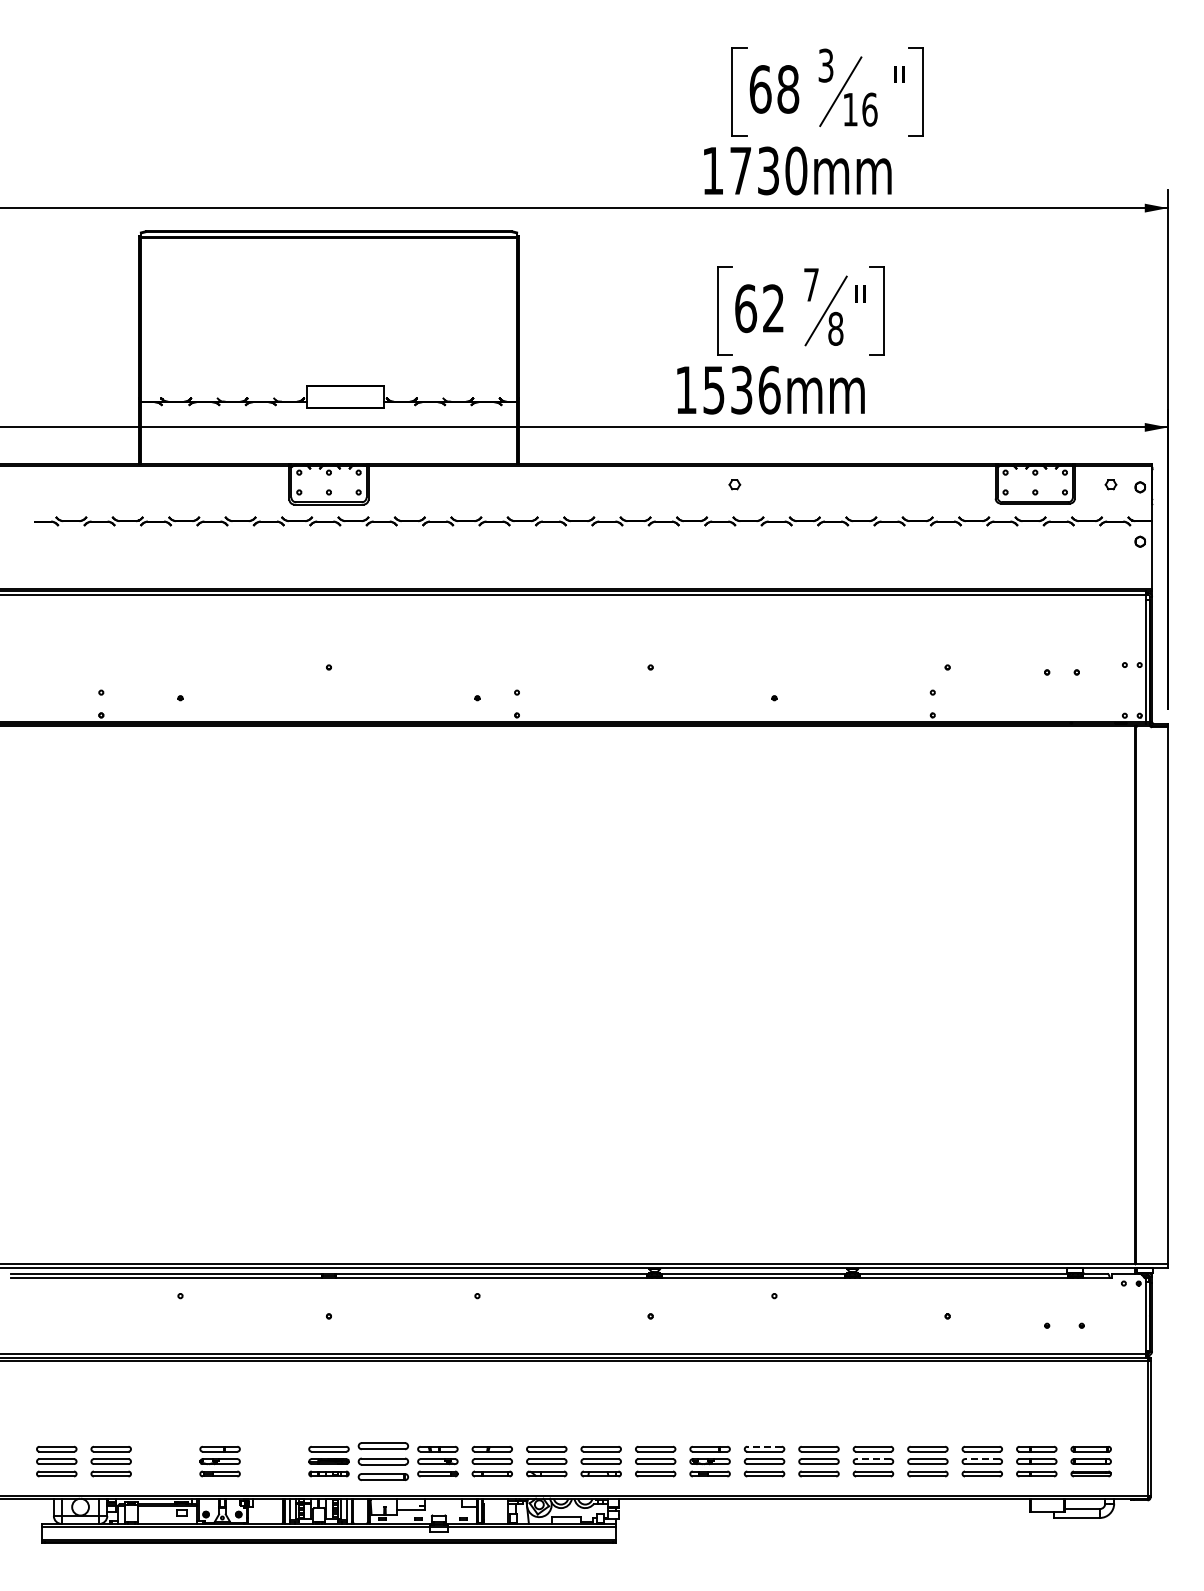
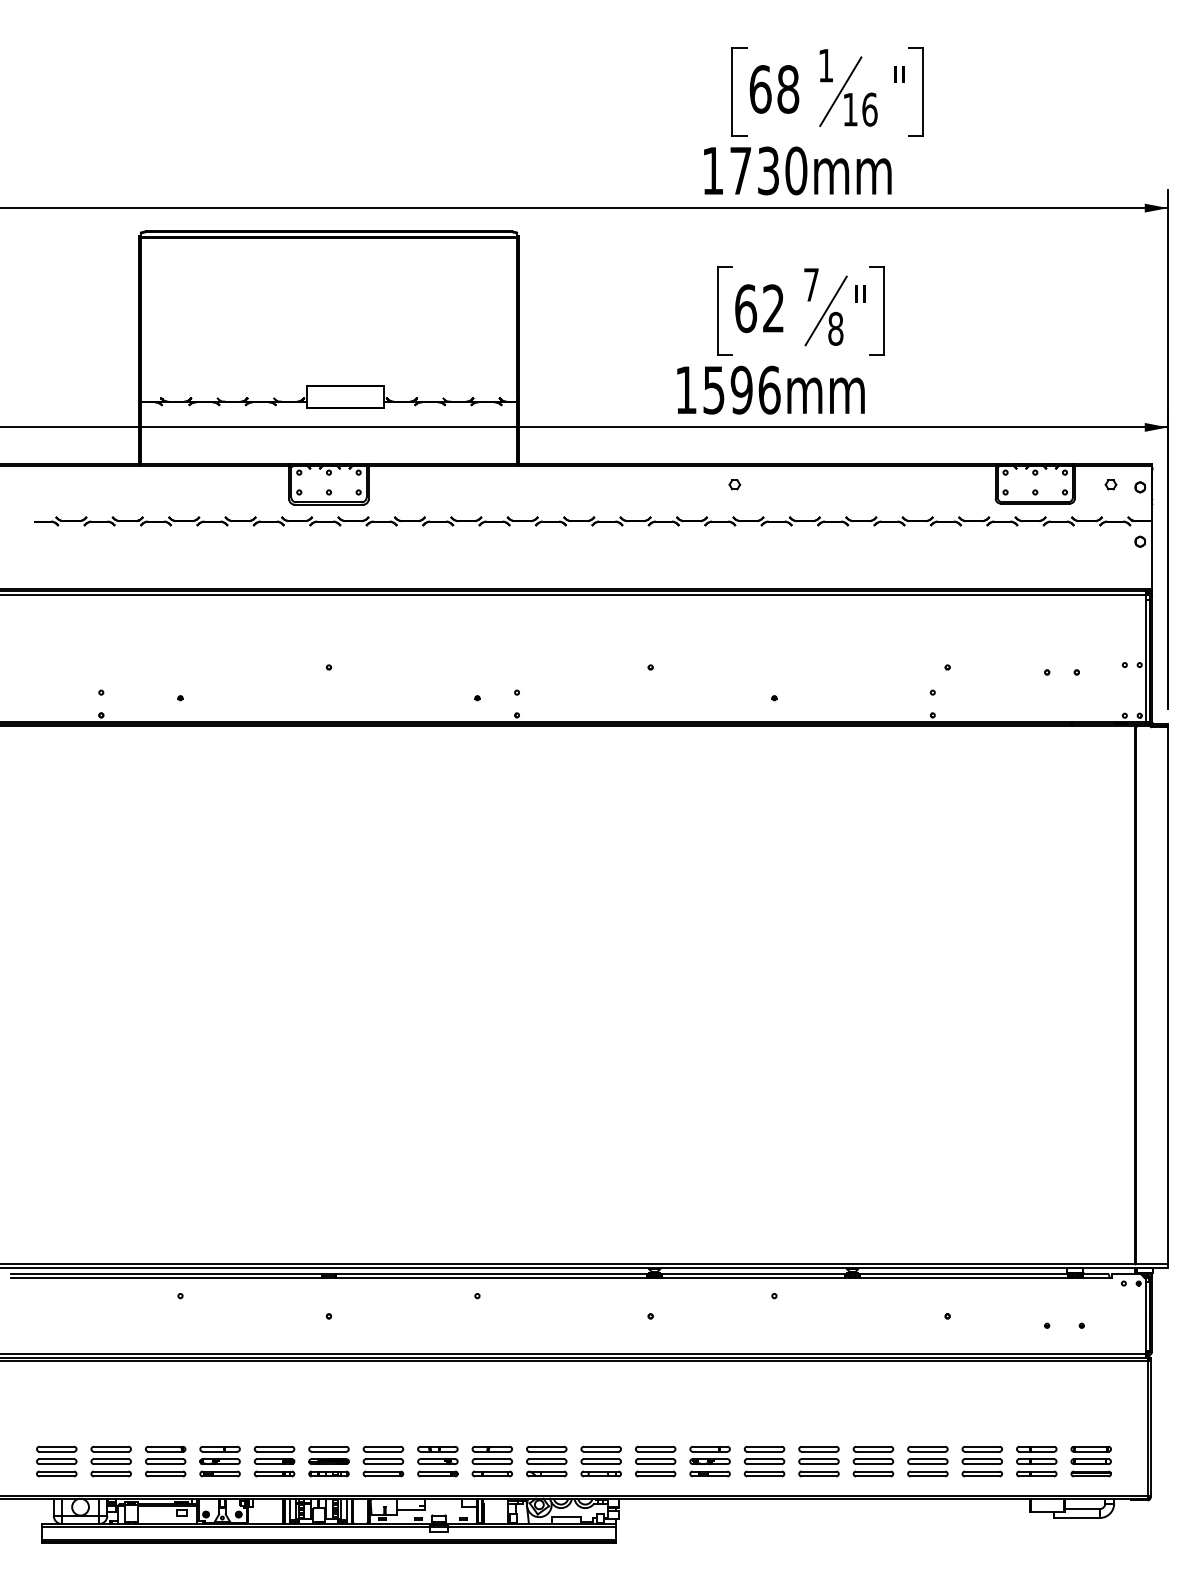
text at (825, 65): 3 -> 1
text at (741, 389): 1536mm -> 1596mm
line at (764, 1446): dashed -> solid
line at (872, 1459): dashed -> solid
line at (981, 1459): dashed -> solid
part at (165, 1461): none -> present
part at (274, 1461): none -> present
part at (383, 1461) size: 53x39 px -> 43x33 px
